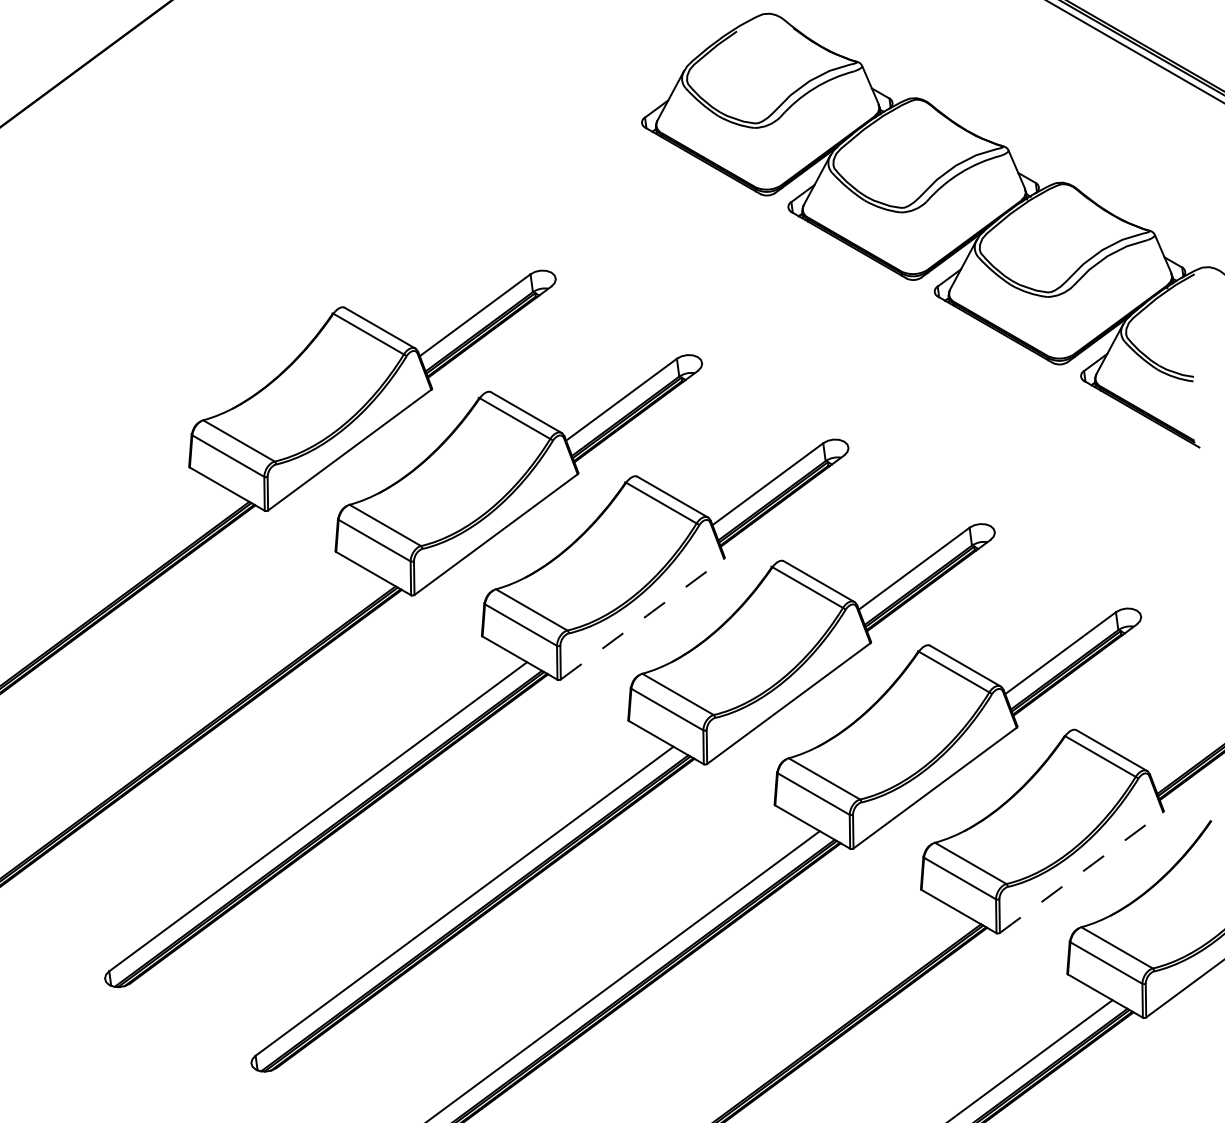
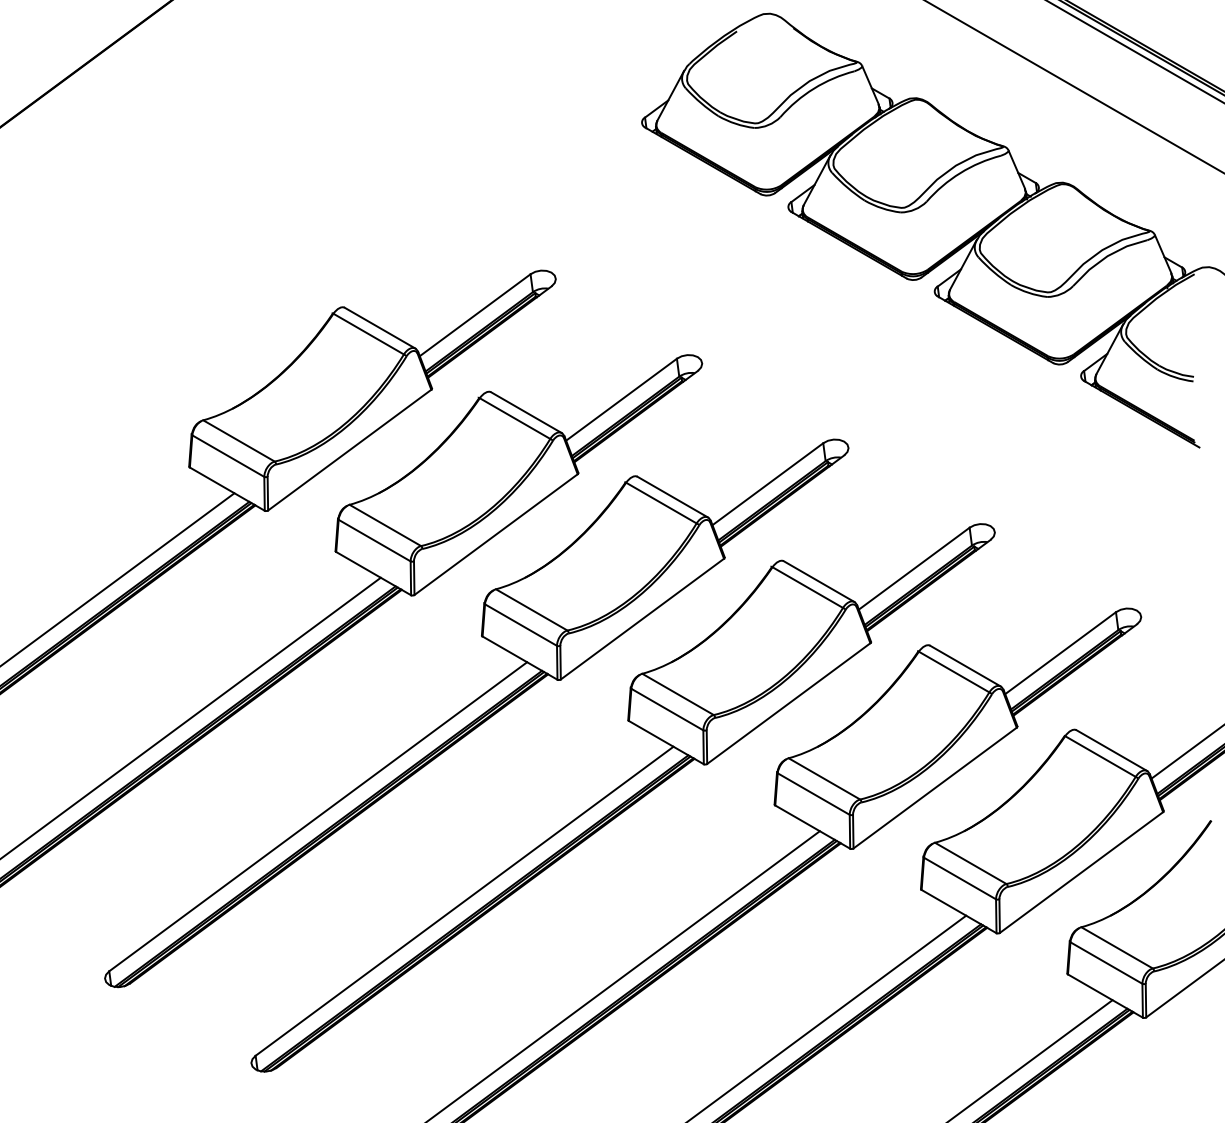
line at (1074, 86): none -> present
line at (118, 578): none -> present
line at (642, 619): dashed -> solid
line at (191, 717): none -> present
line at (1186, 752): none -> present
line at (1081, 872): dashed -> solid
line at (828, 1017): none -> present
